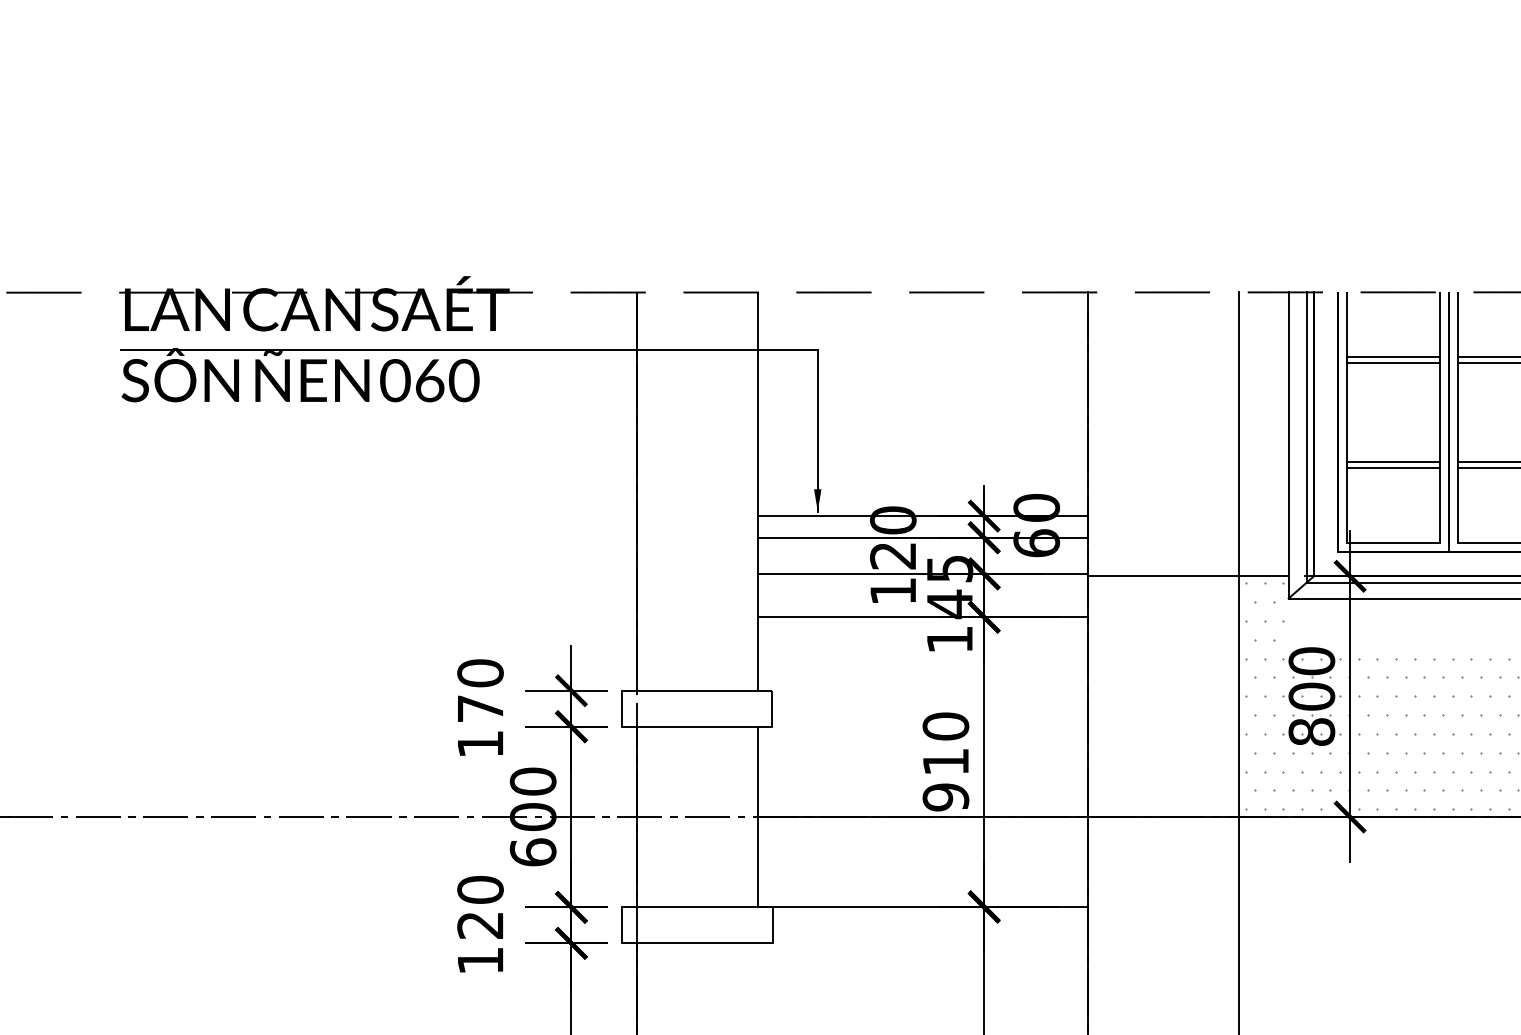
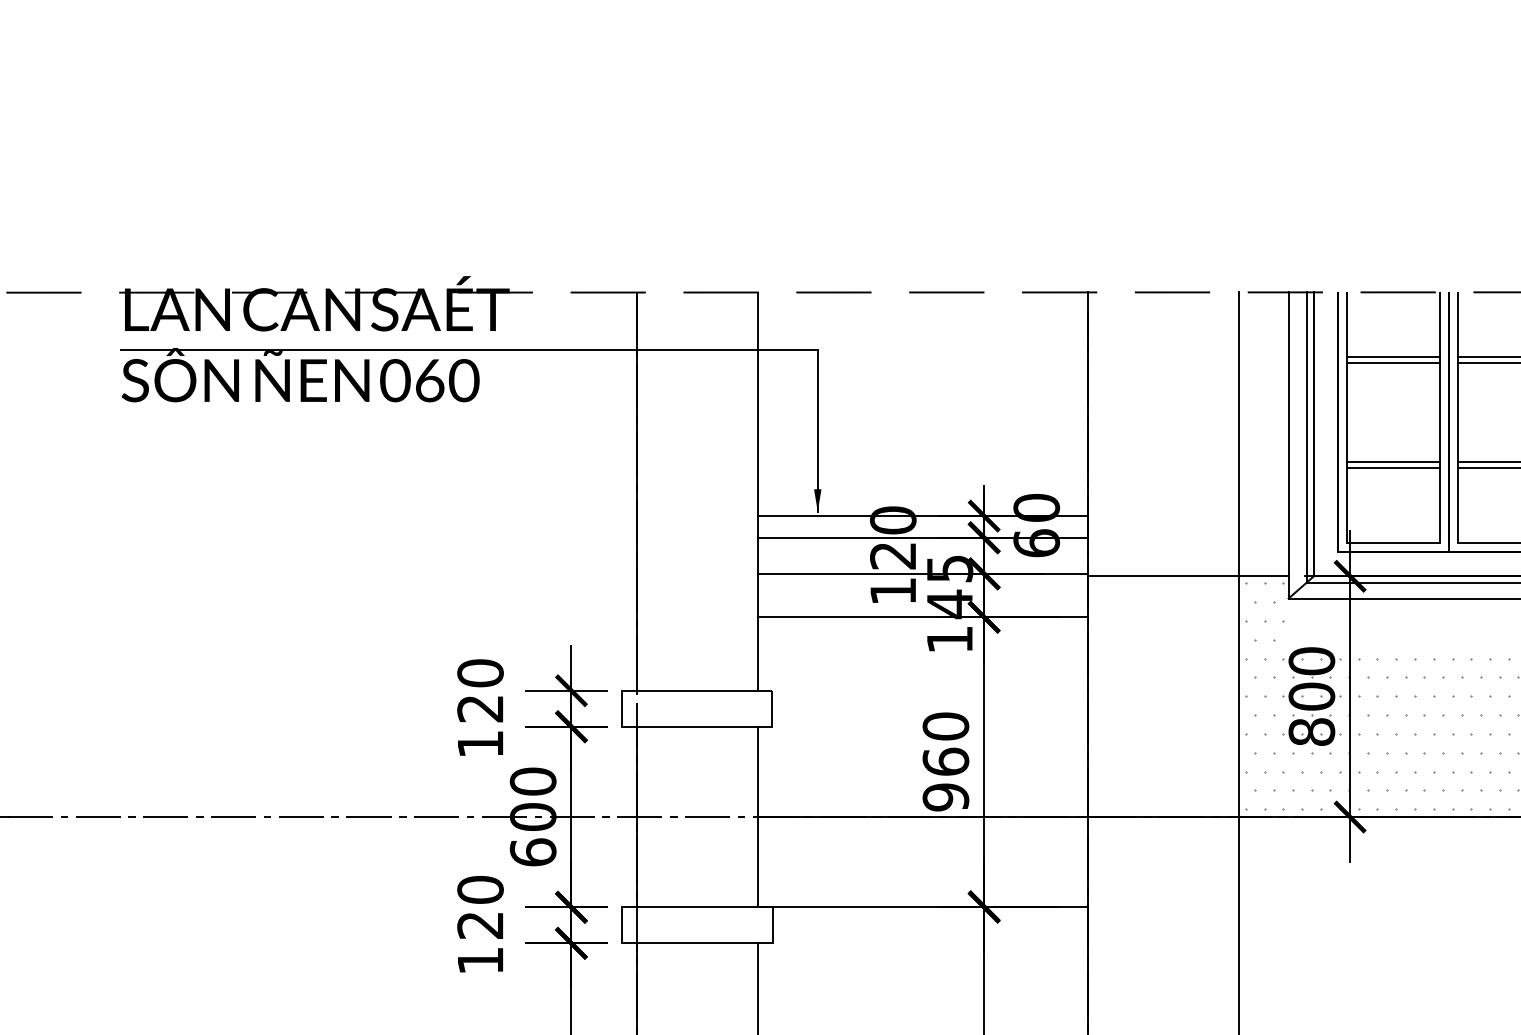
text at (480, 708): 170 -> 120
text at (945, 761): 910 -> 960
line at (757, 987): none -> present
